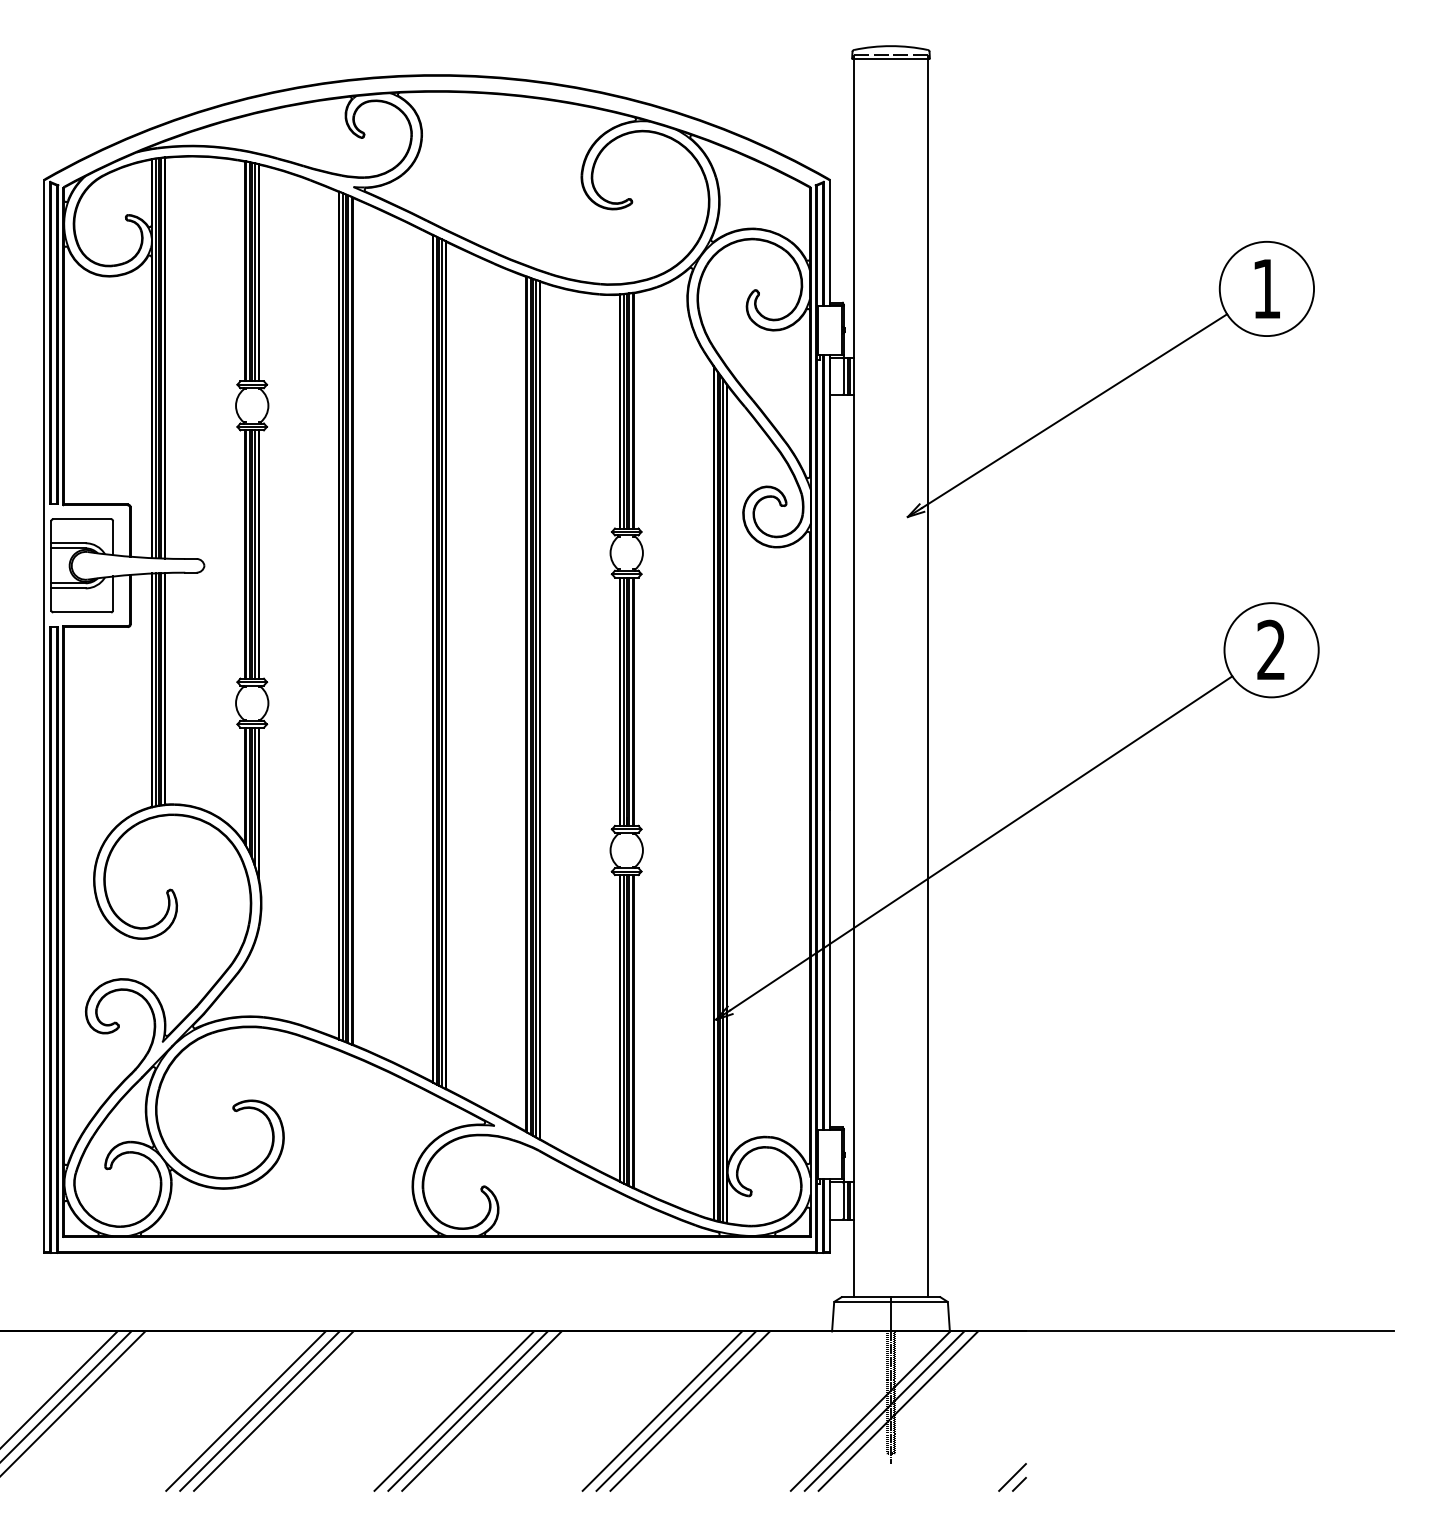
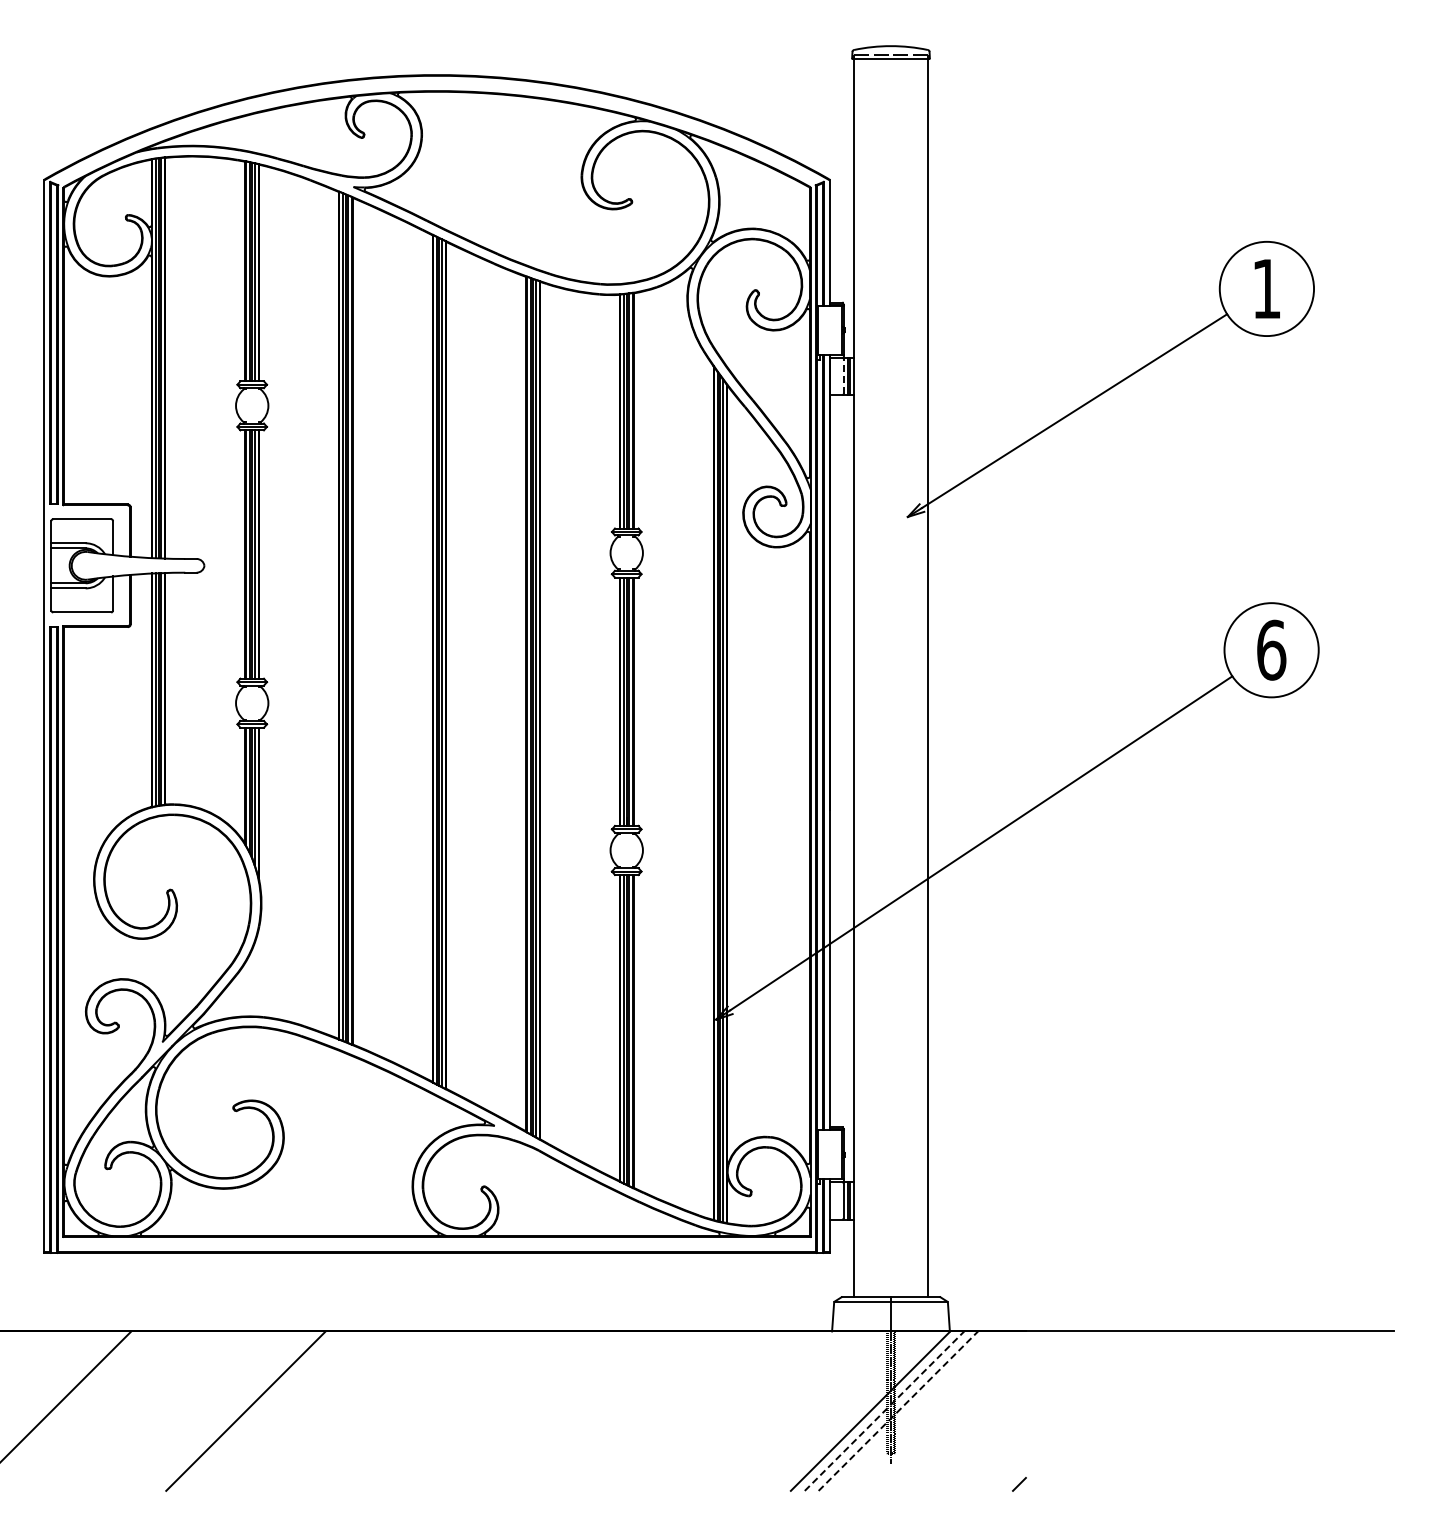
line at (843, 375): solid -> dashed
text at (1271, 649): 2 -> 6
line at (59, 1388): present -> none
line at (73, 1402): present -> none
line at (259, 1410): present -> none
line at (273, 1410): present -> none
line at (454, 1410): present -> none
line at (467, 1410): present -> none
line at (481, 1410): present -> none
line at (662, 1410): present -> none
line at (676, 1410): present -> none
line at (689, 1410): present -> none
line at (884, 1411): solid -> dashed
line at (898, 1411): solid -> dashed
line at (1012, 1477): present -> none
